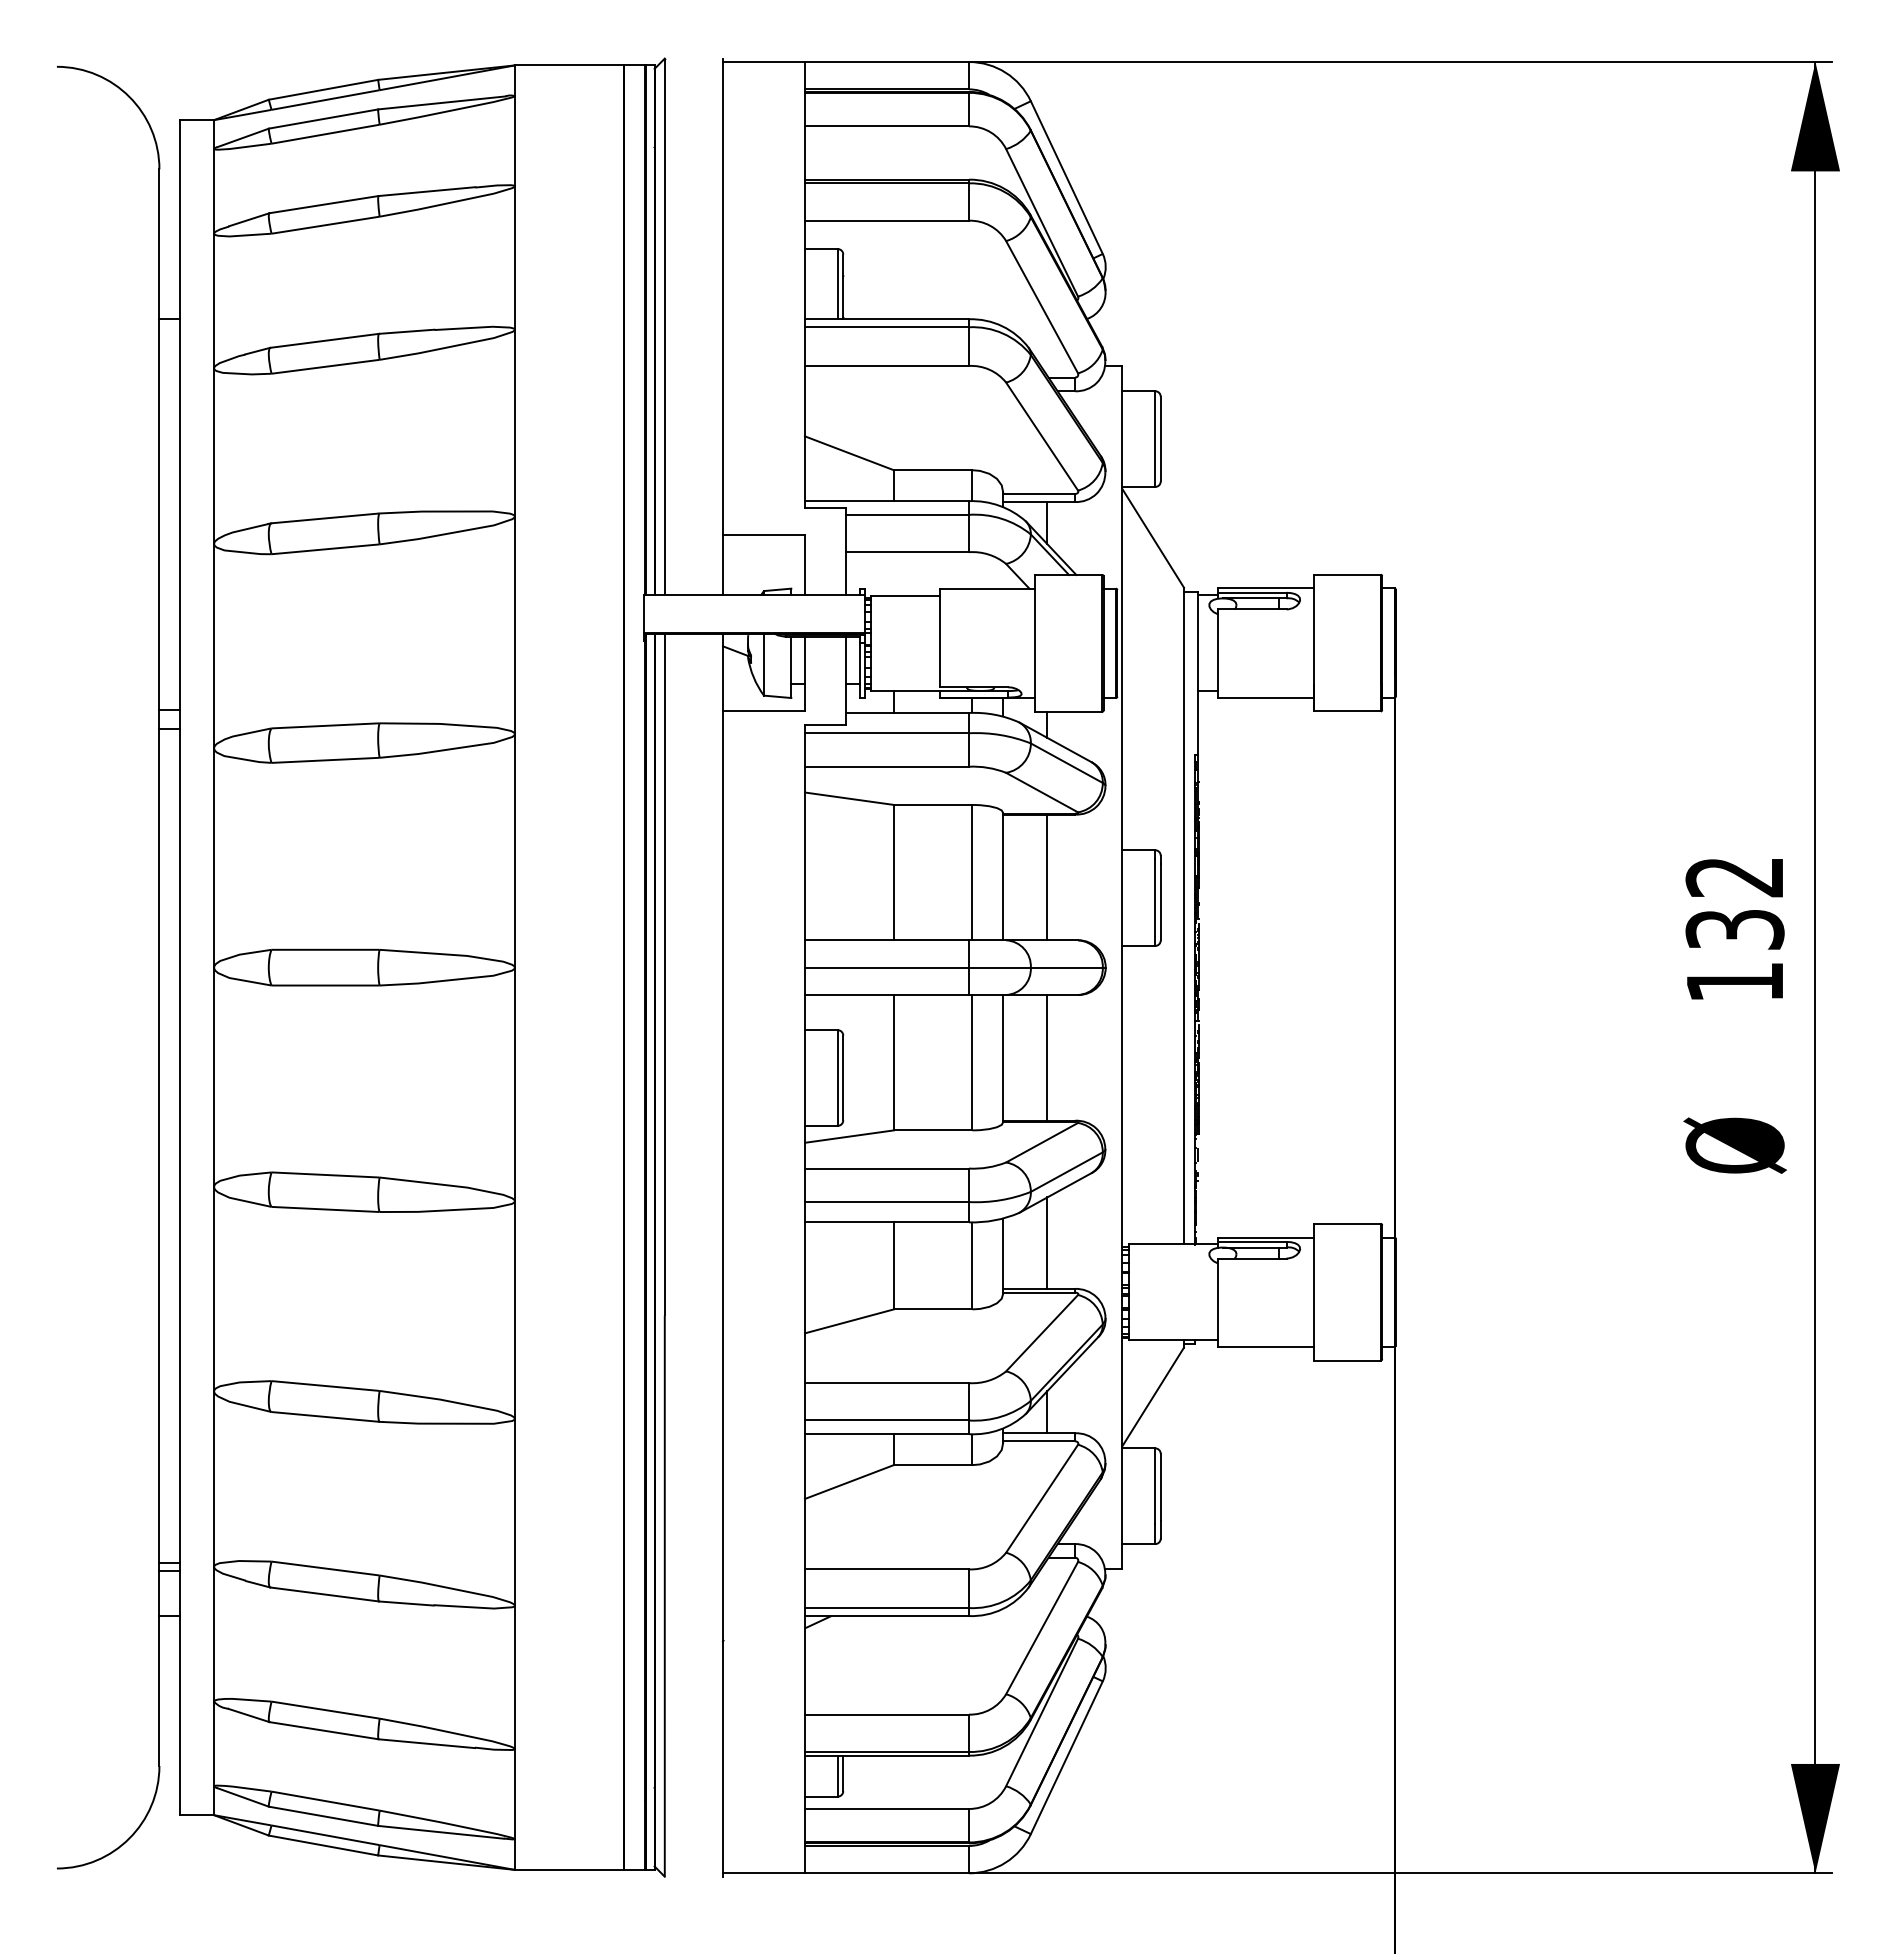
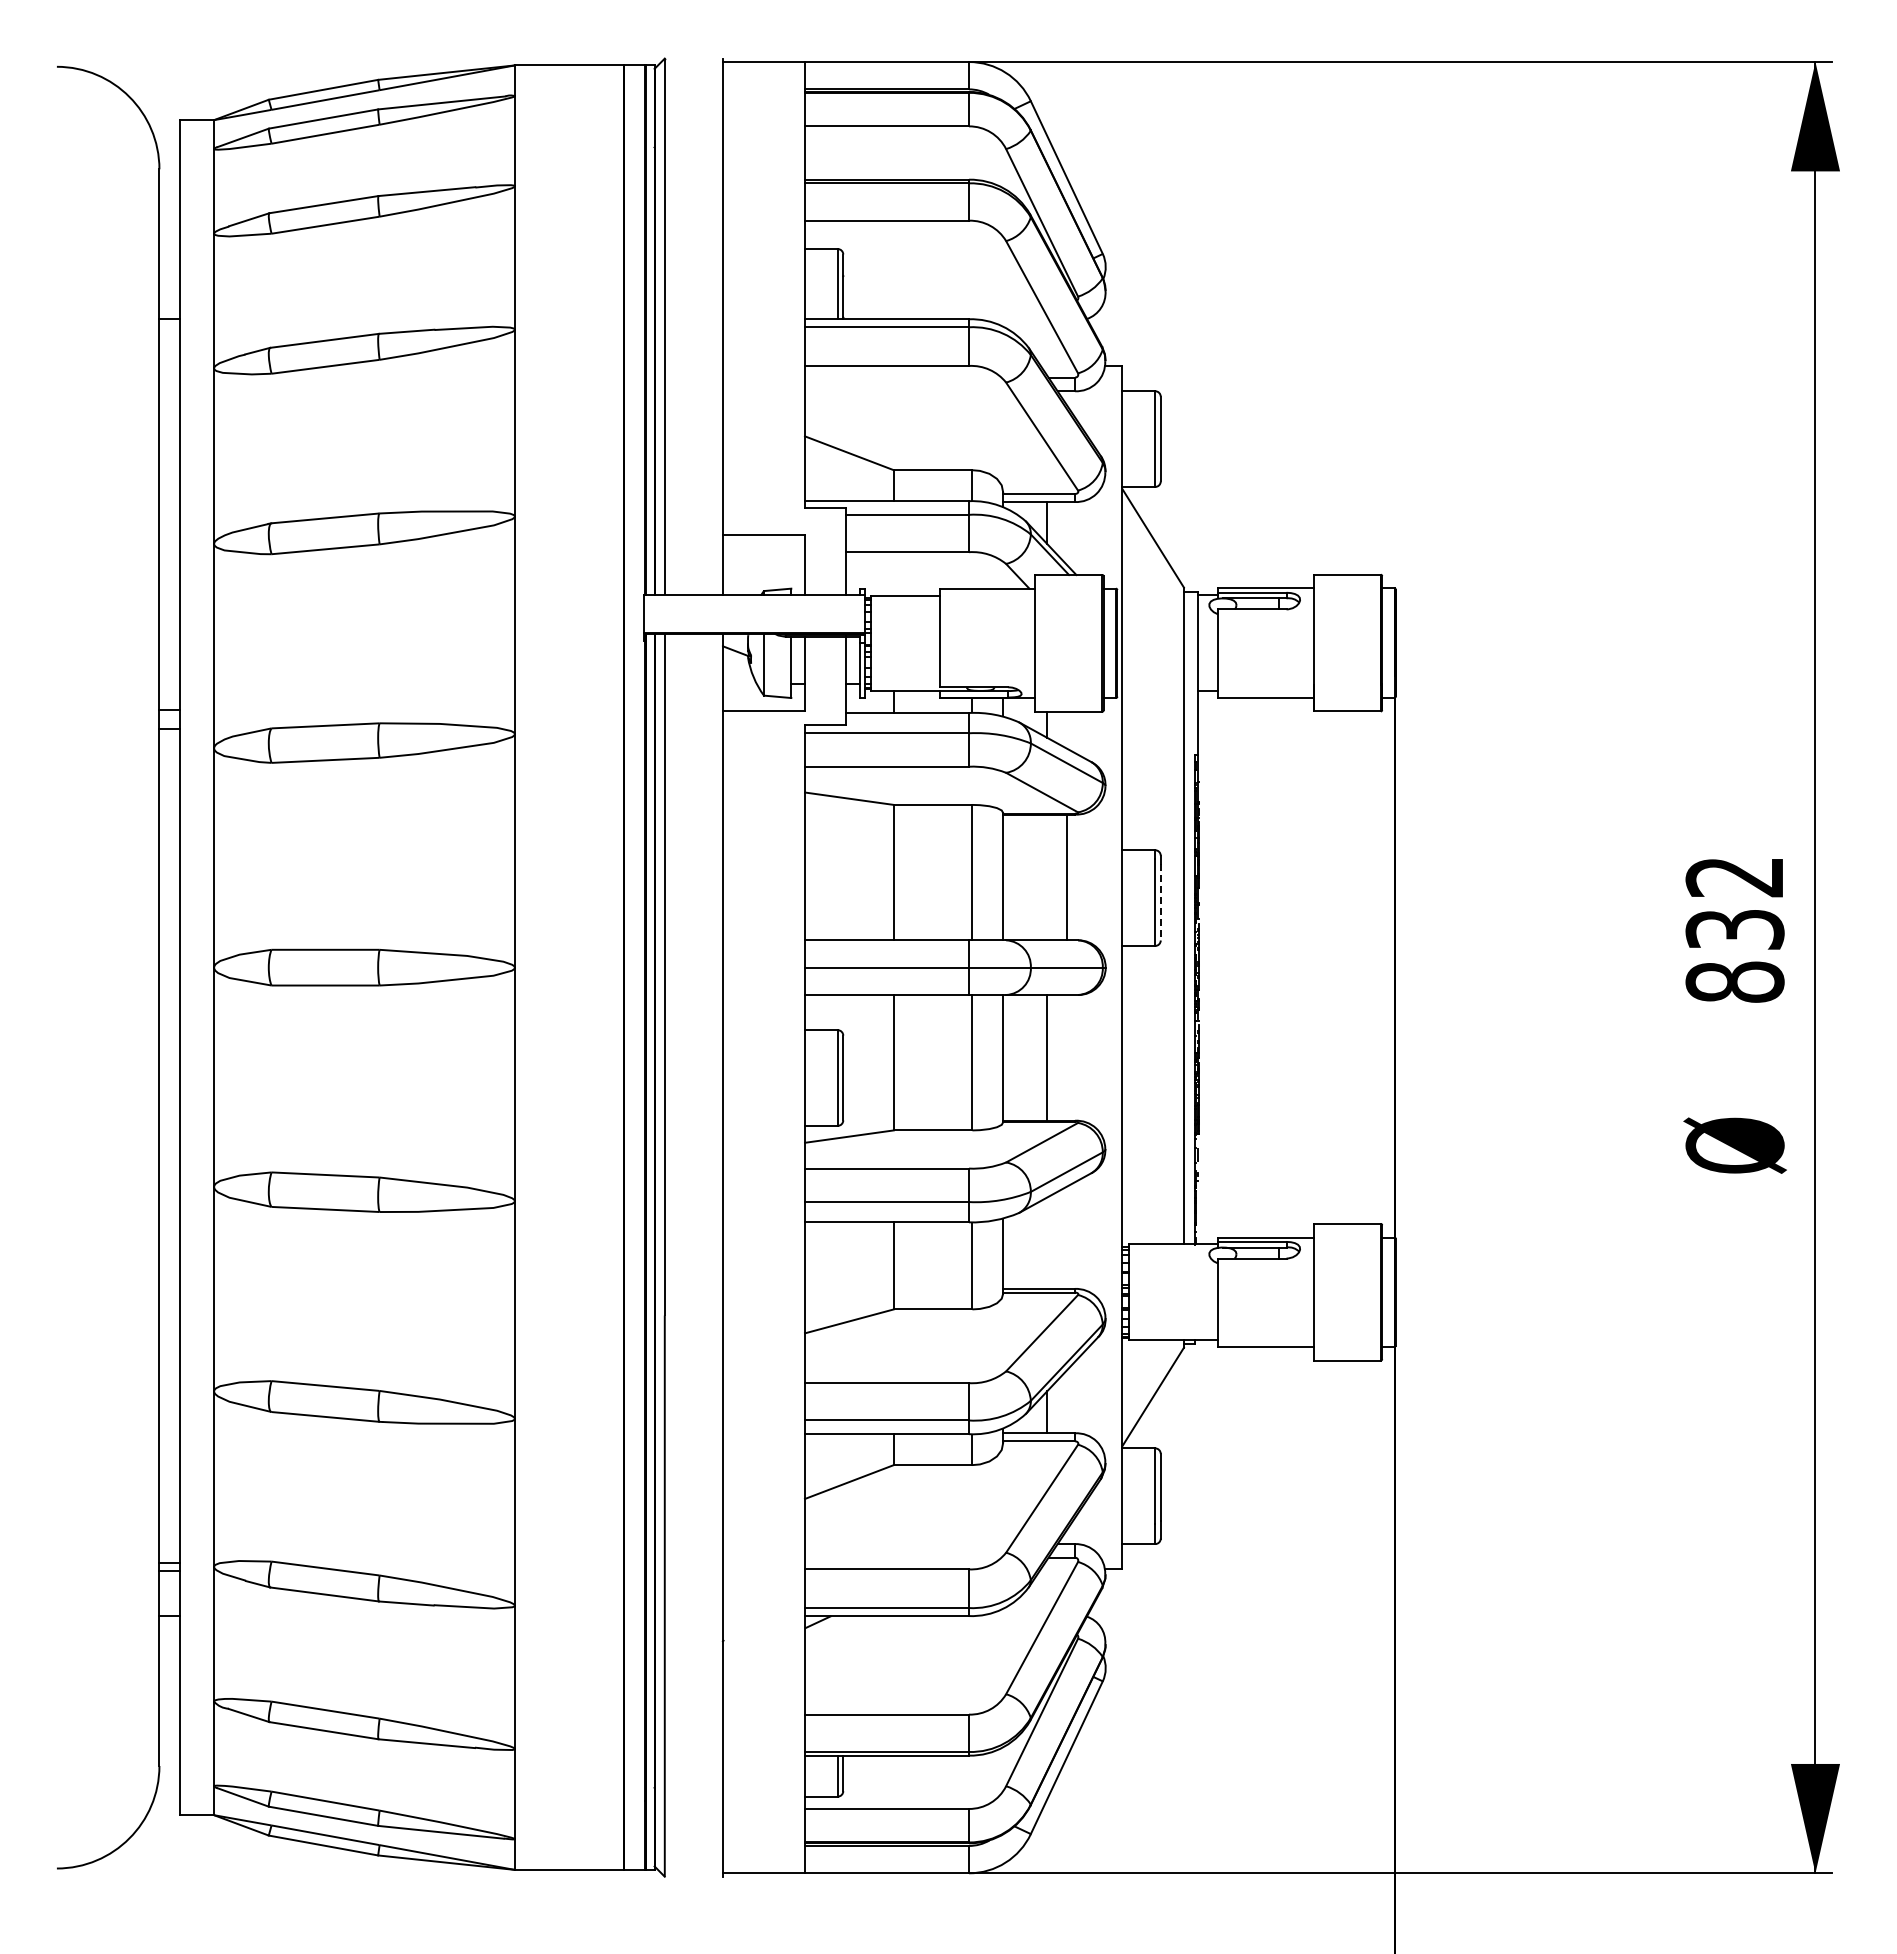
line at (1047, 877) position: (1047, 877) -> (1067, 877)
line at (1160, 902): solid -> dashed
text at (1734, 981): 132 -> 832
line at (1047, 1242): present -> none
